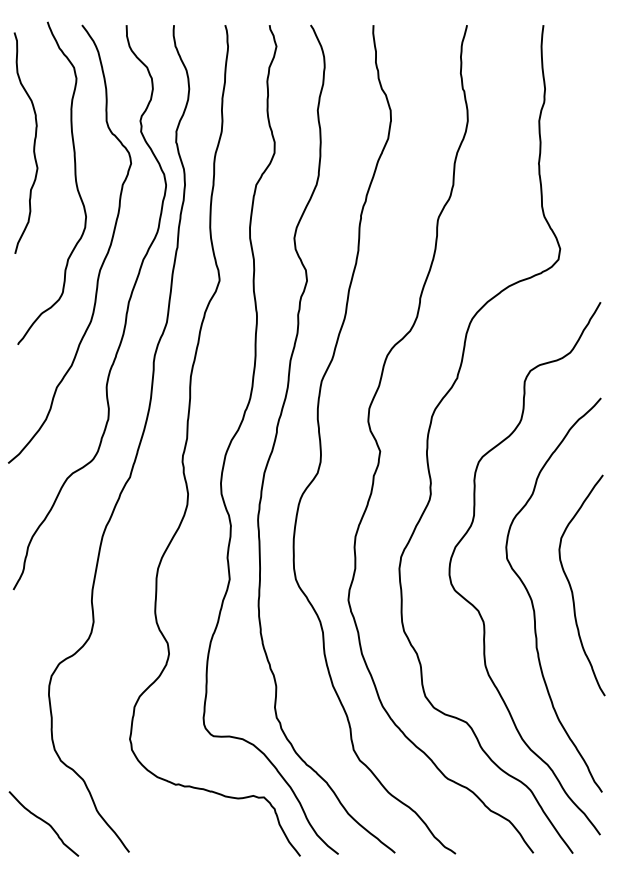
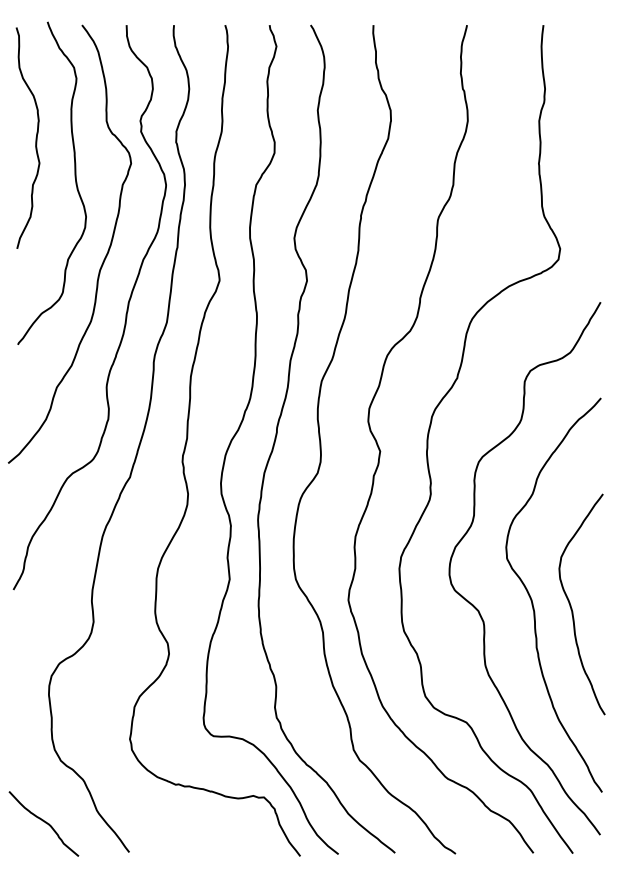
curve at (33, 142) position: (33, 142) -> (35, 137)
curve at (572, 589) position: (572, 589) -> (572, 608)
